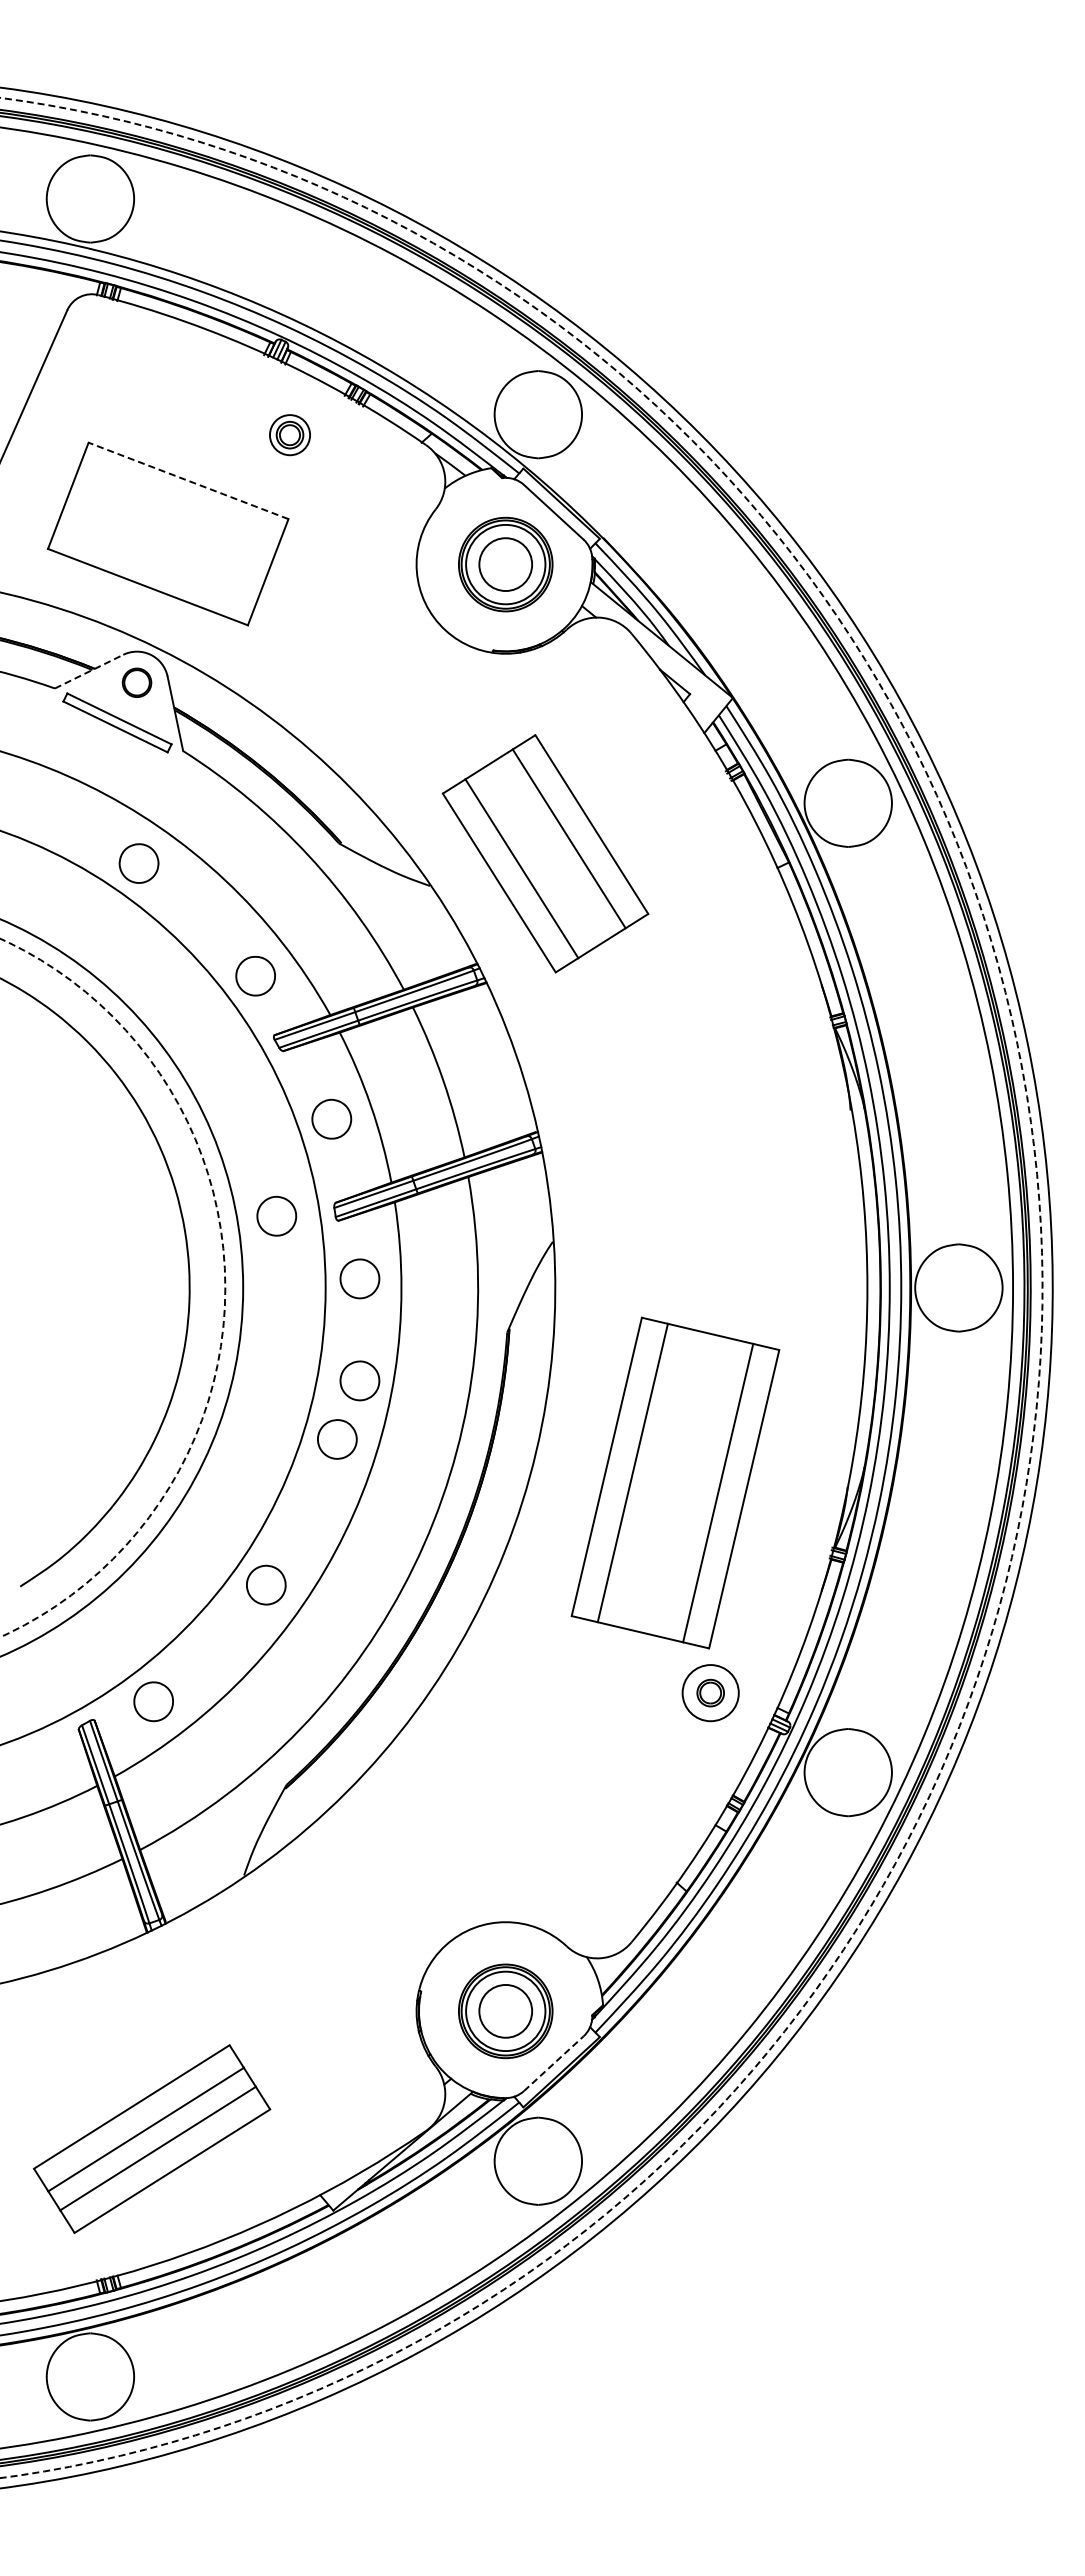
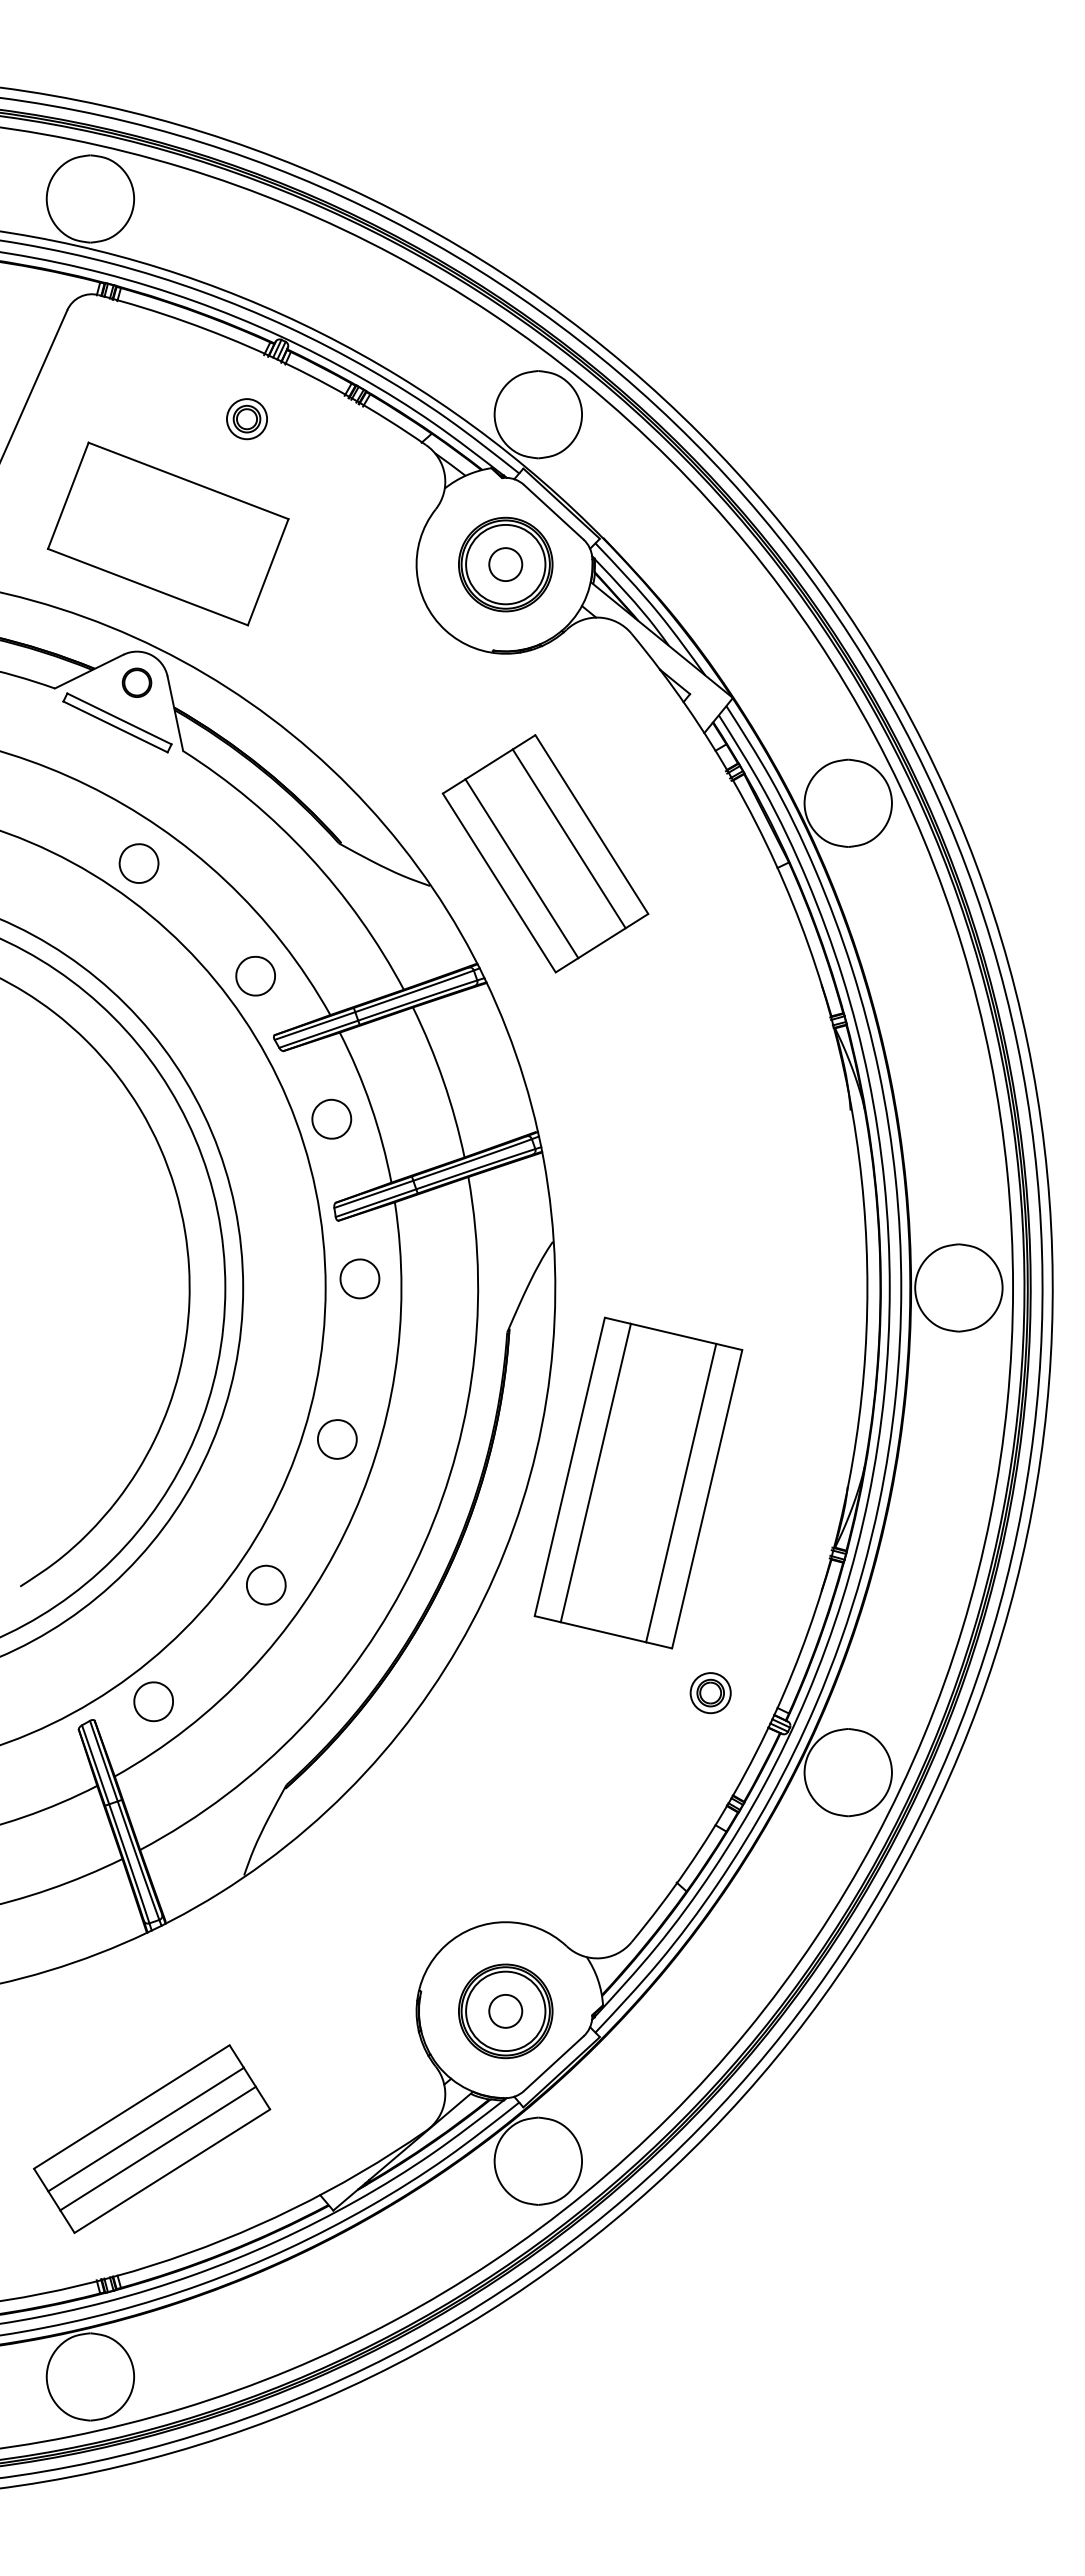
part at (289, 435) position: (289, 435) -> (246, 419)
line at (188, 480): dashed -> solid
circle at (505, 564) diameter: 53 px -> 33 px
line at (89, 671): dashed -> solid
part at (276, 1215): present -> none
circle at (112, 1287): dashed -> solid
arc at (1042, 1287): dashed -> solid
part at (359, 1380): present -> none
part at (675, 1482) position: (675, 1482) -> (638, 1482)
circle at (710, 1693) diameter: 56 px -> 40 px
circle at (505, 2010) diameter: 53 px -> 33 px
line at (554, 2063): dashed -> solid
